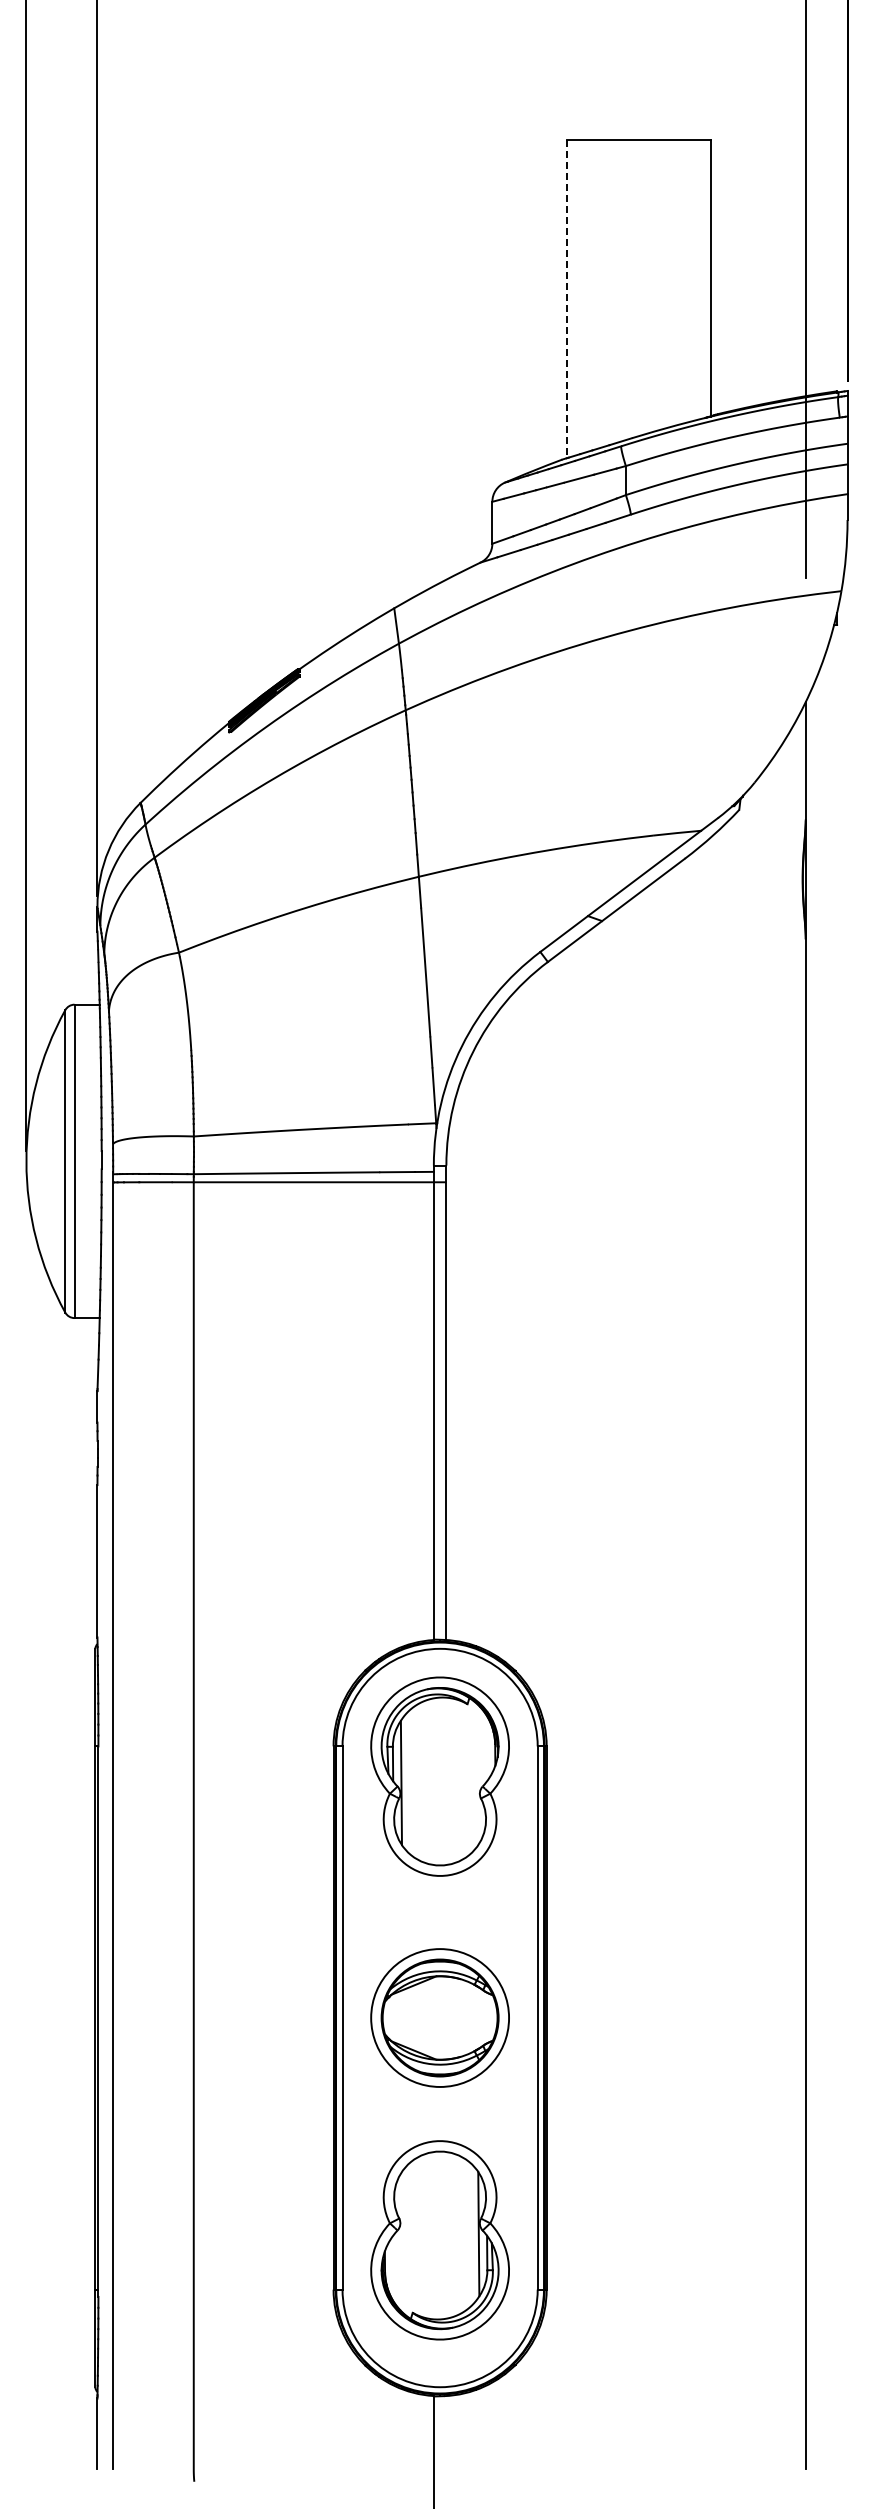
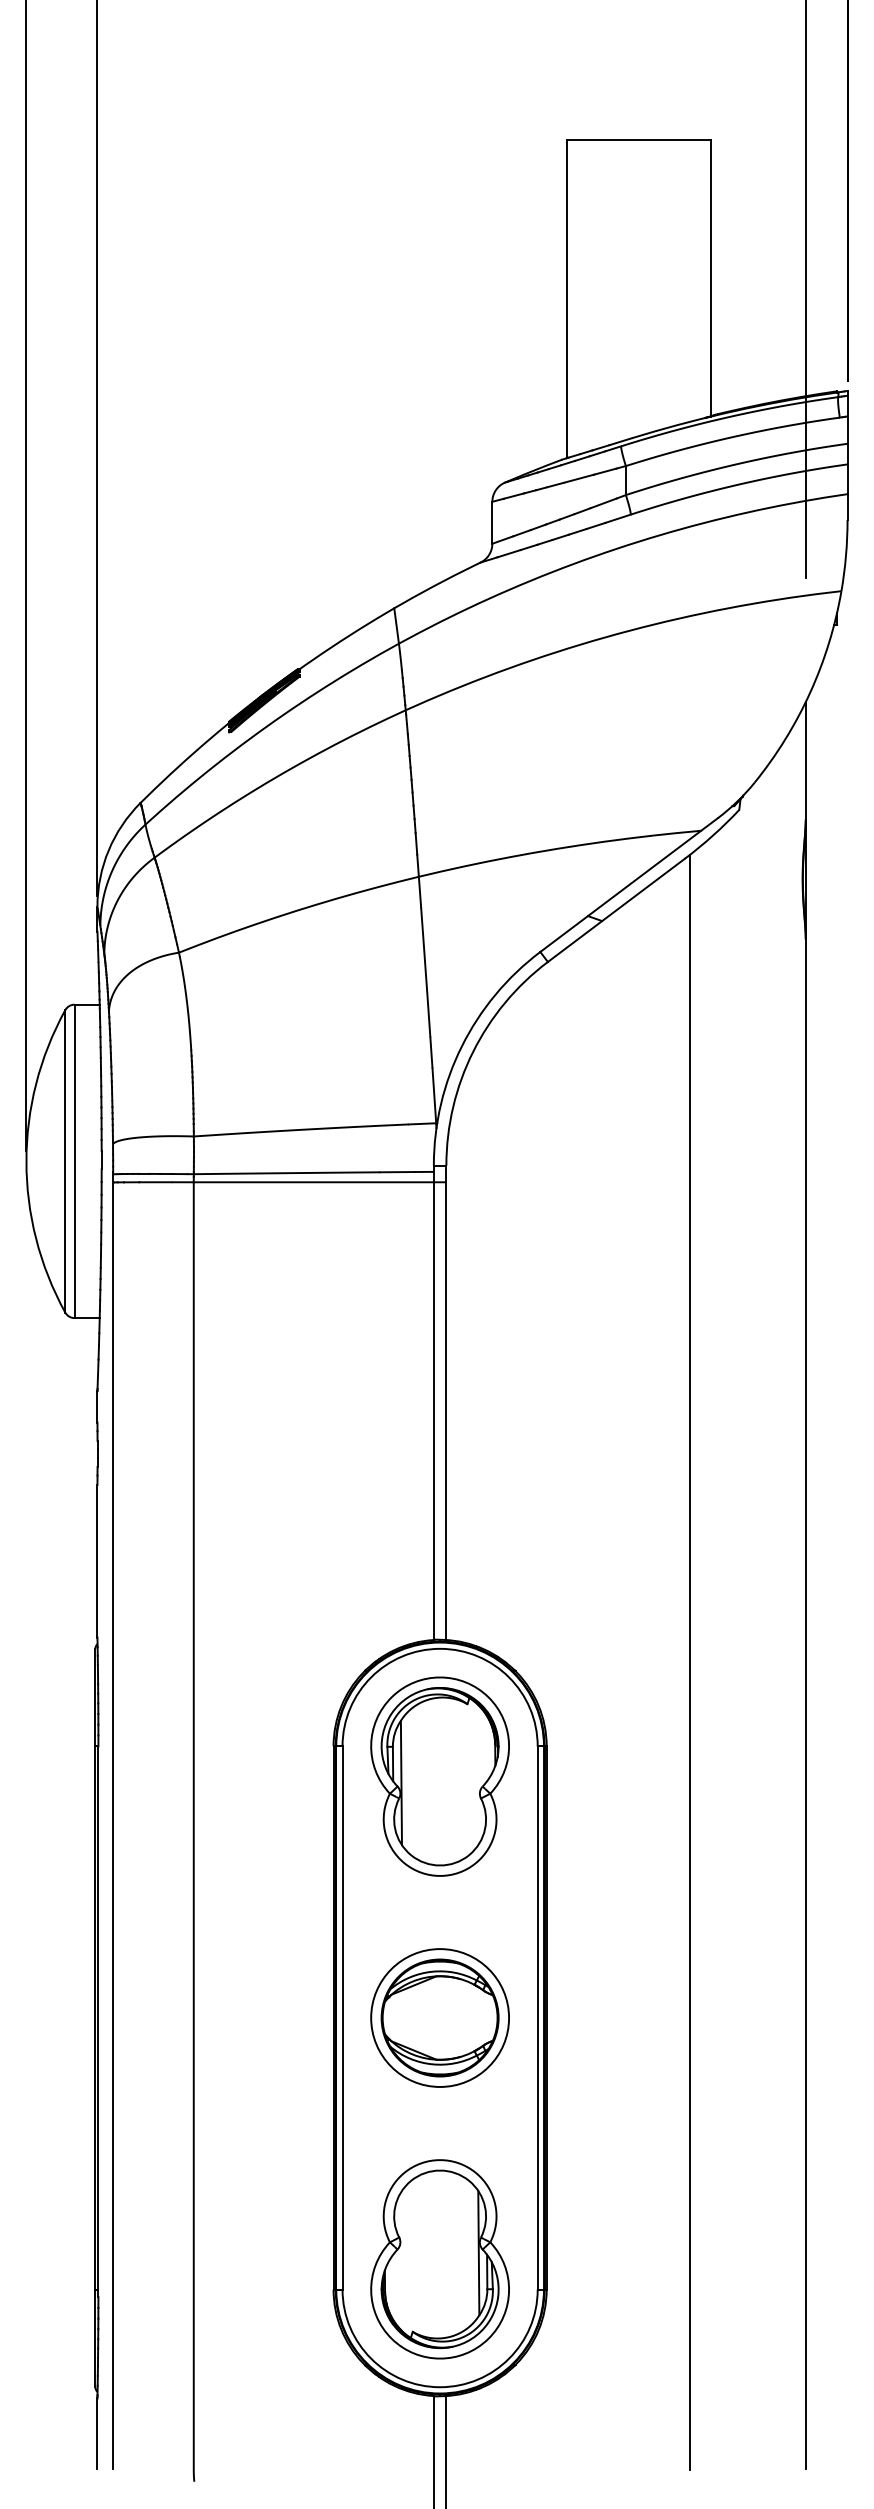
line at (566, 299): dashed -> solid
line at (689, 1661): none -> present
part at (439, 2240) position: (439, 2240) -> (439, 2259)
line at (446, 2450): none -> present
